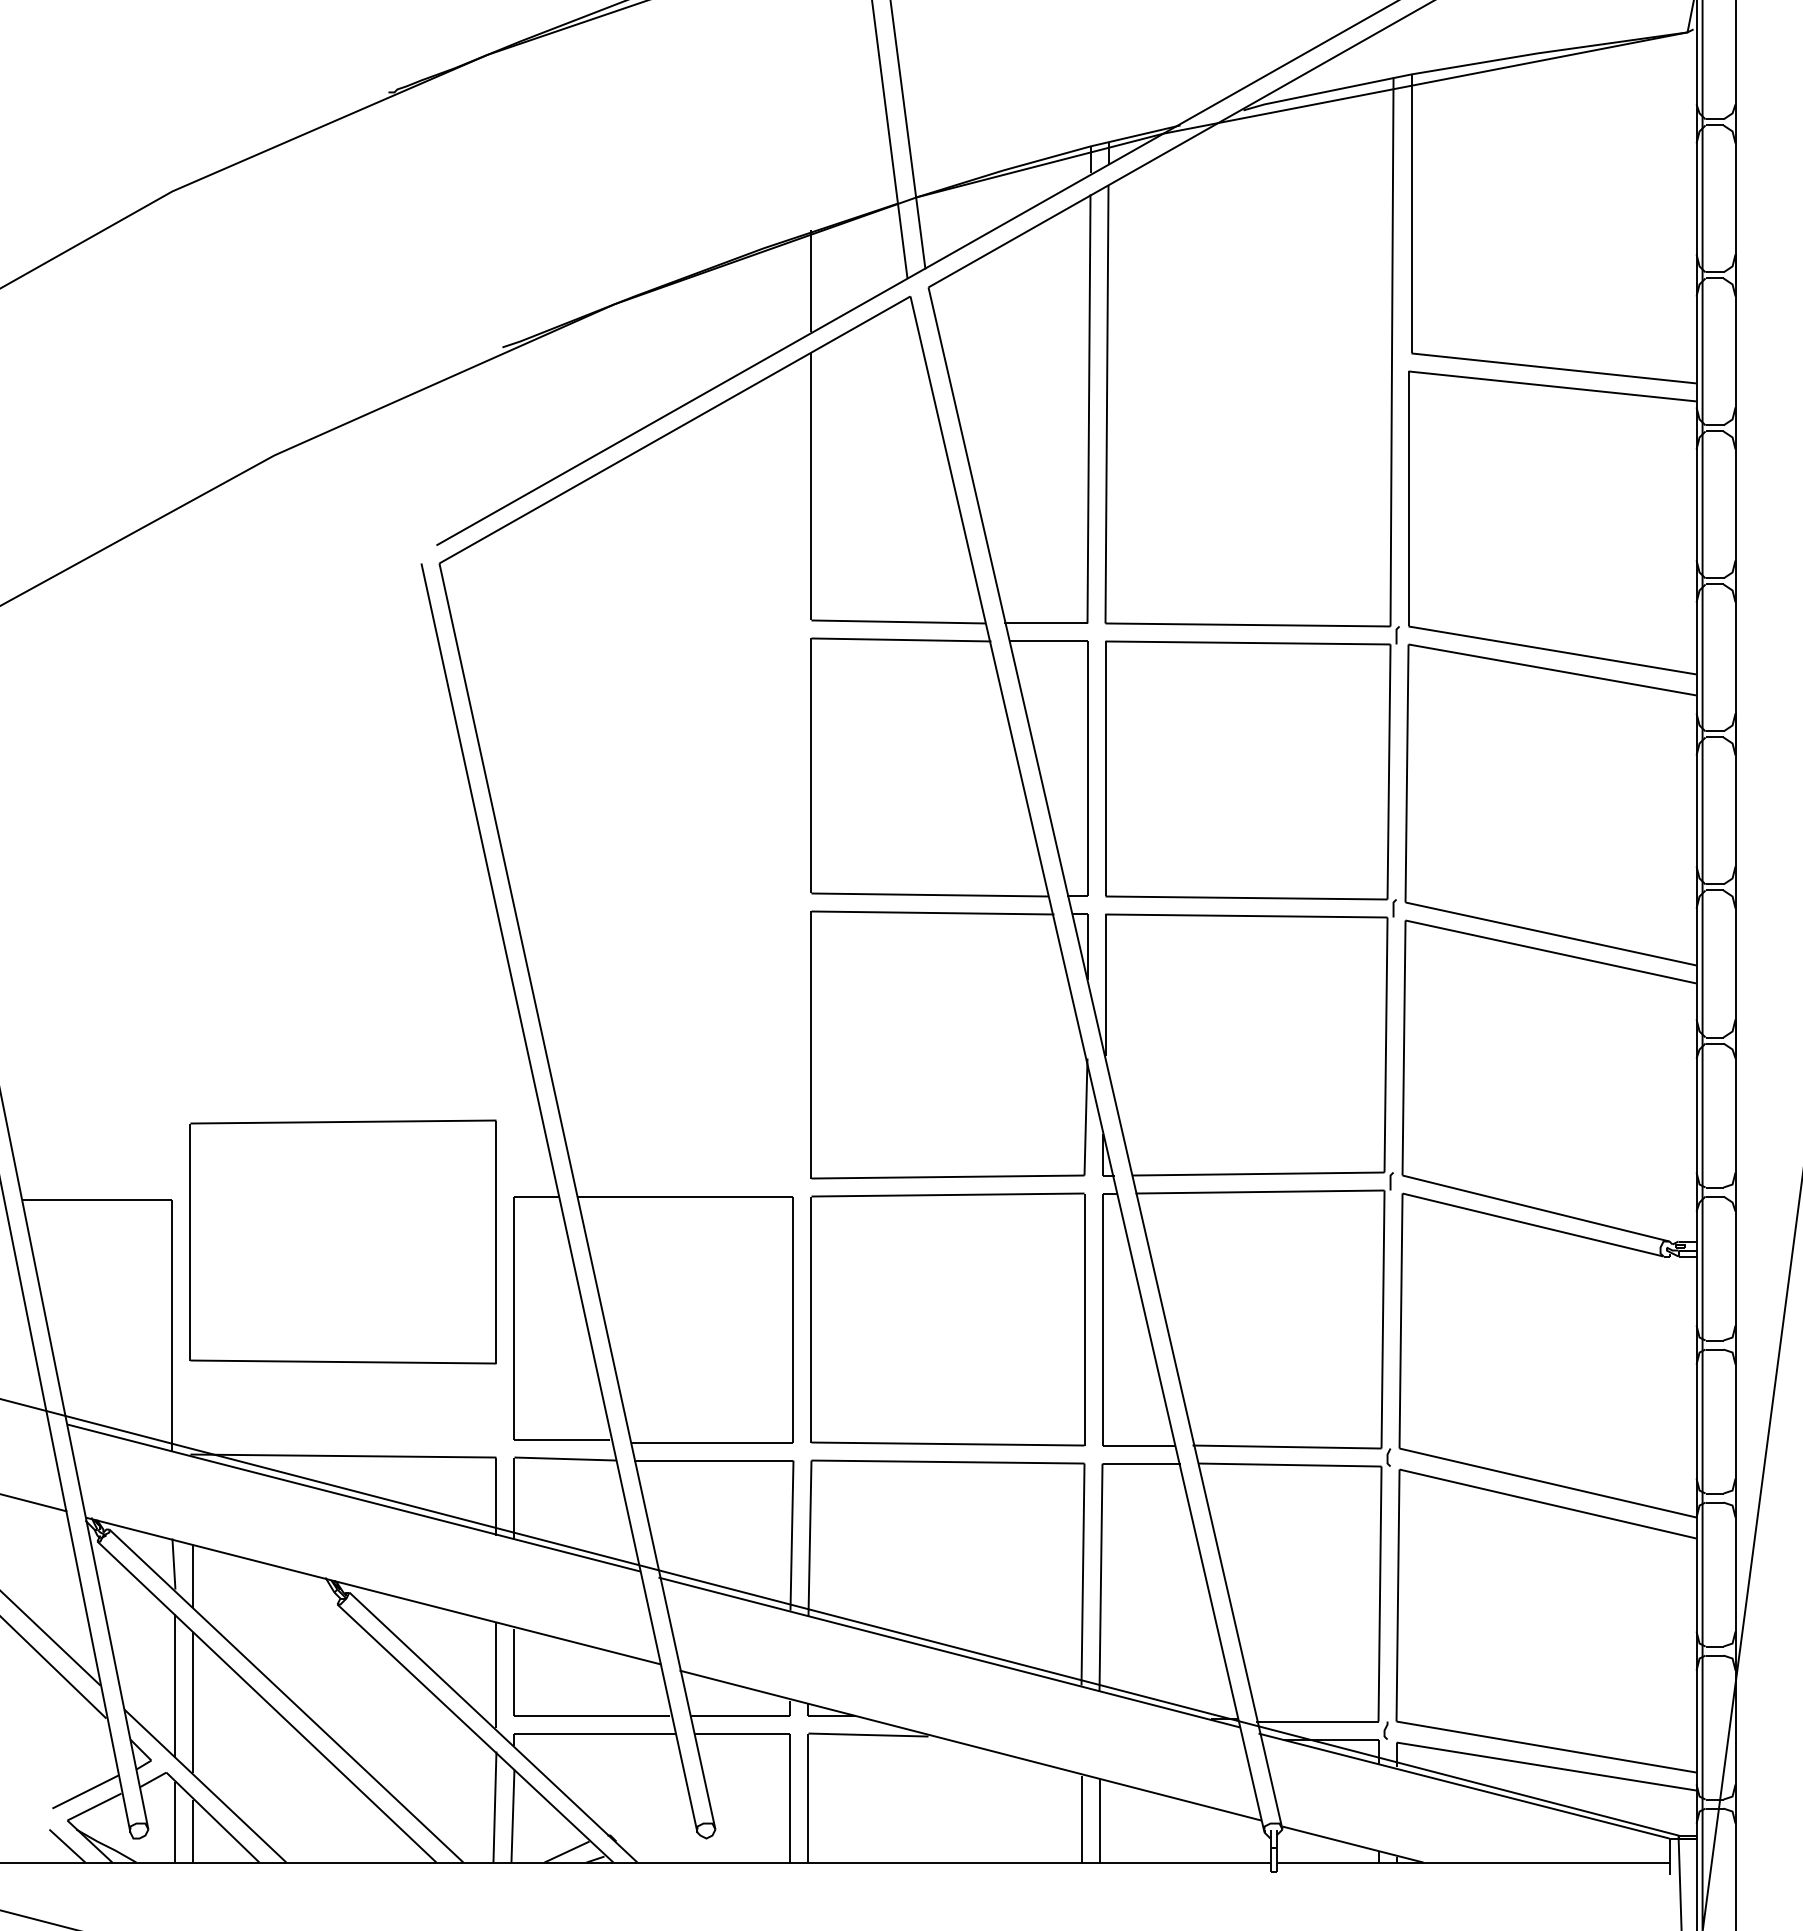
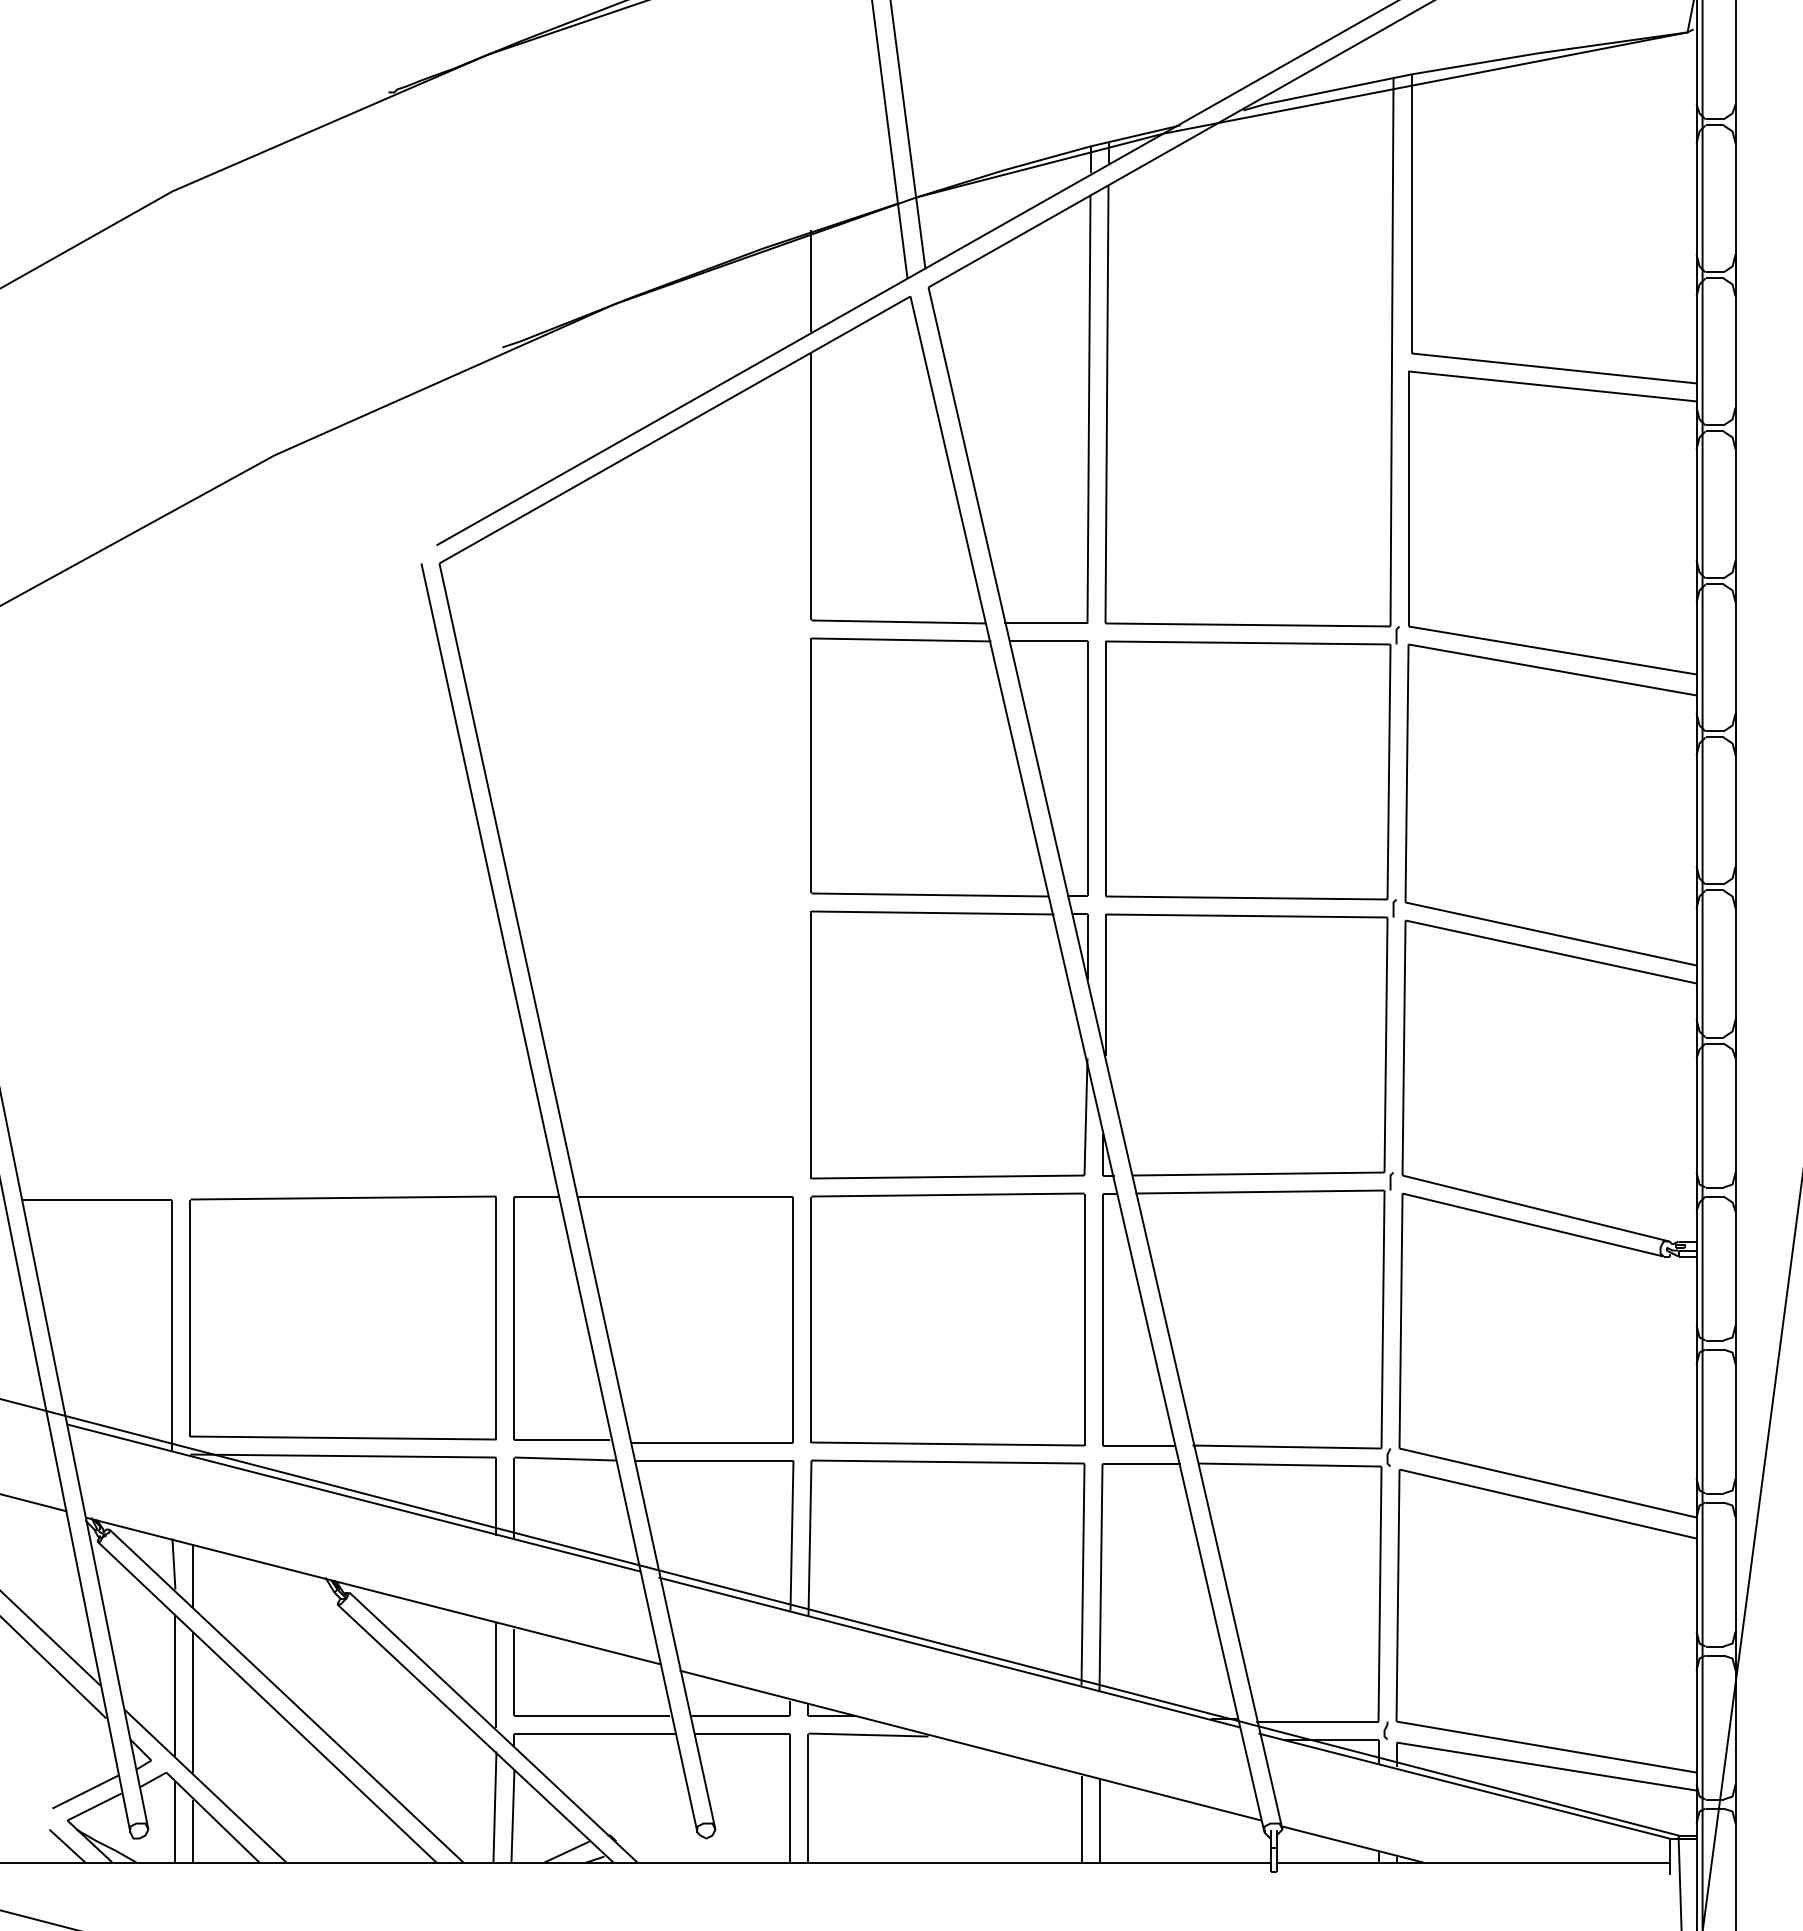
part at (342, 1241) position: (342, 1241) -> (342, 1317)
